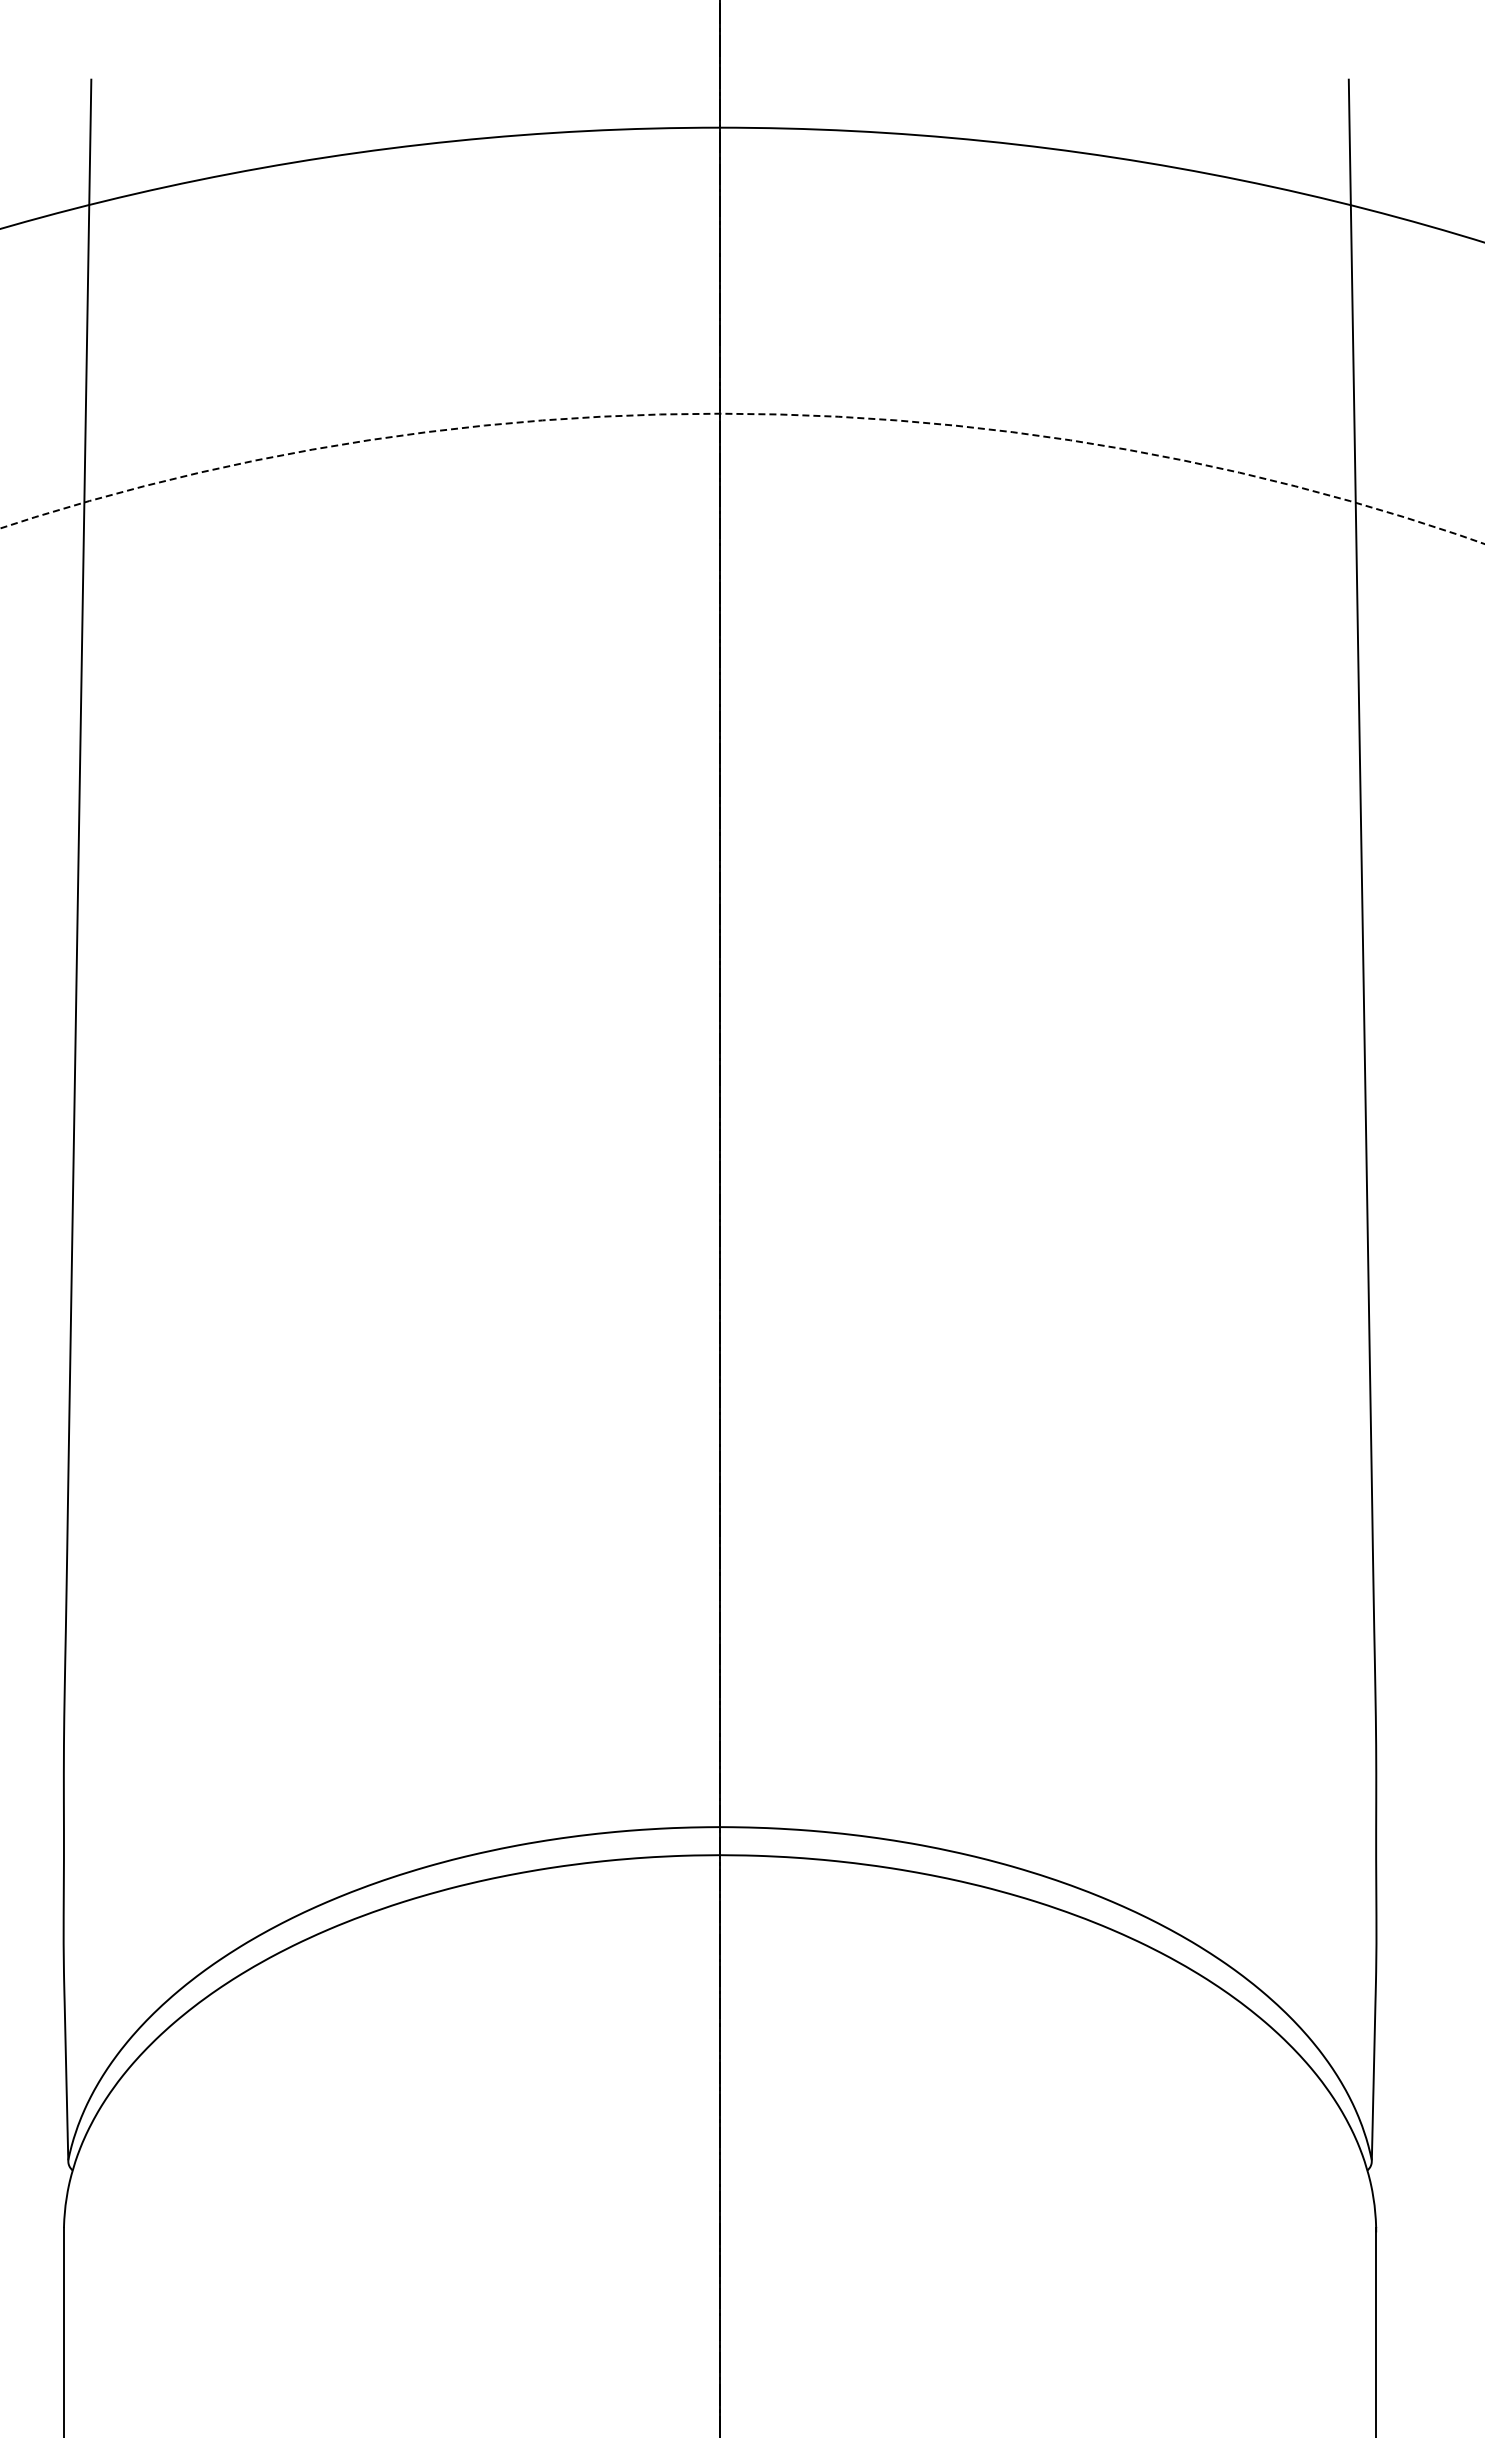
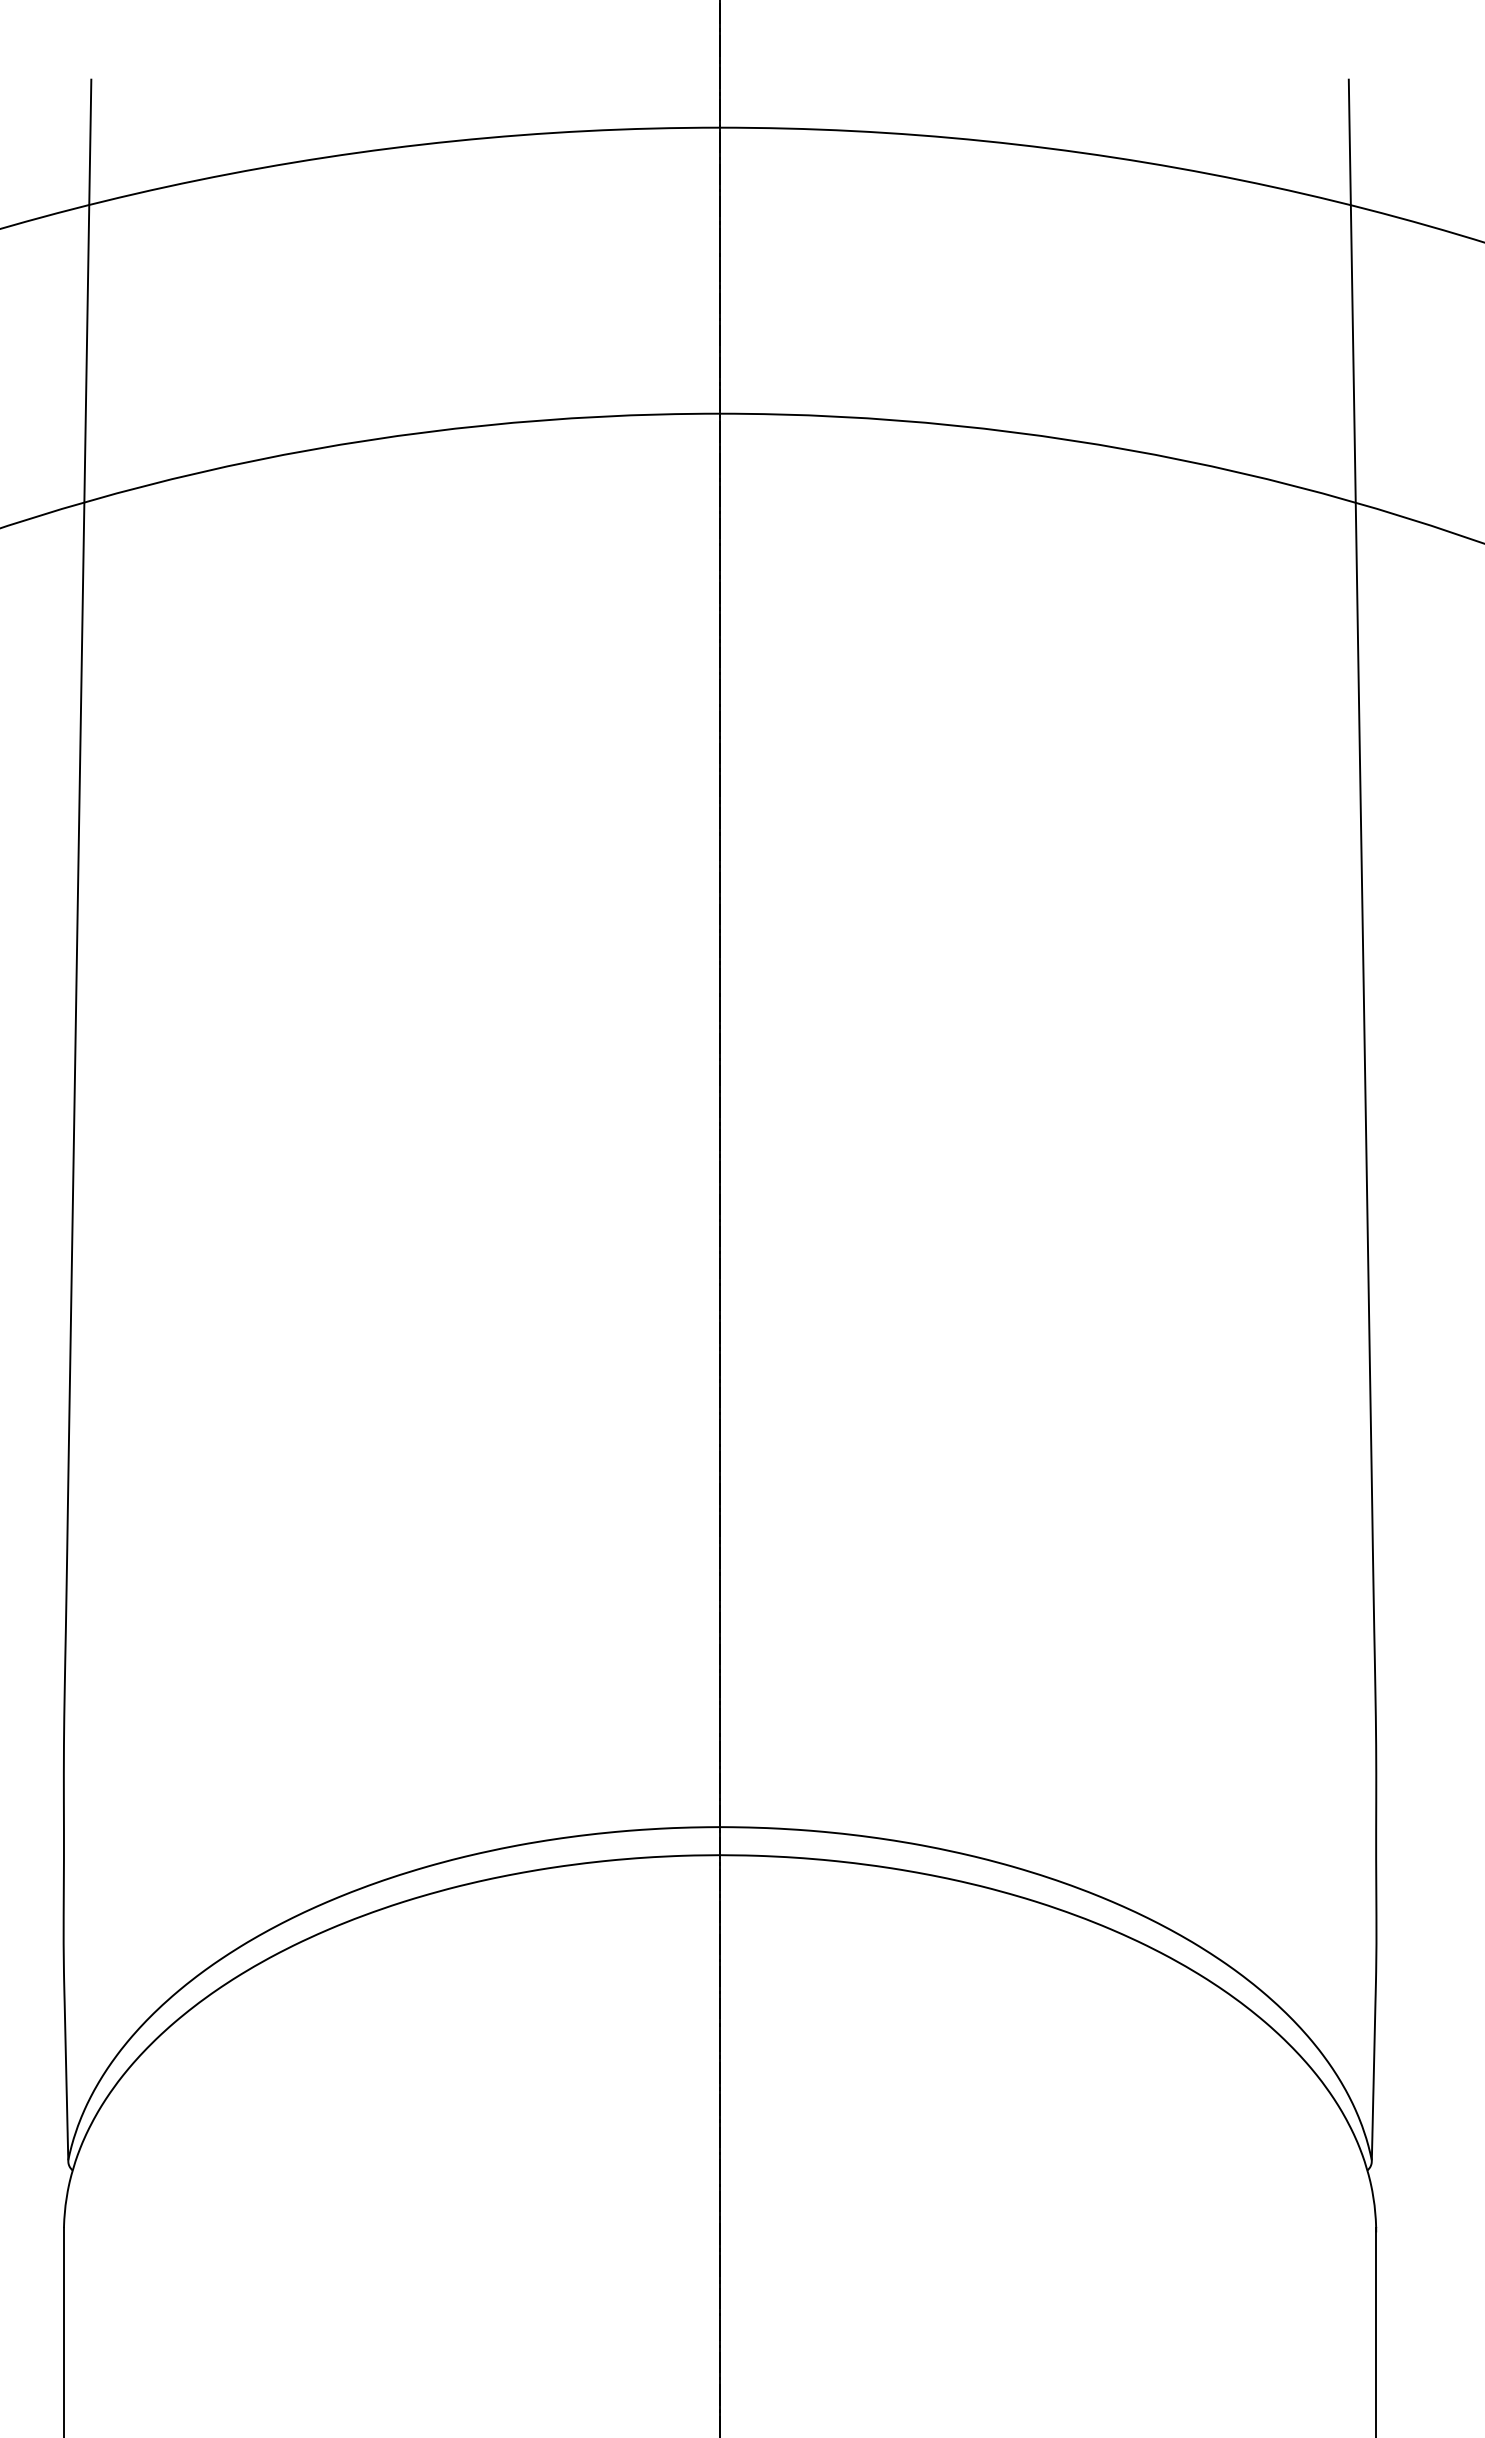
circle at (742, 478): dashed -> solid
